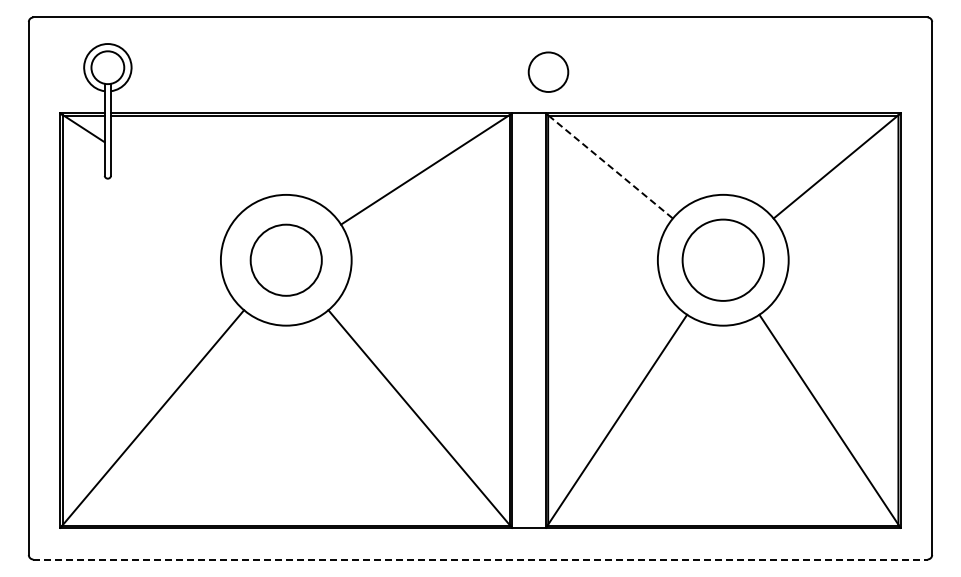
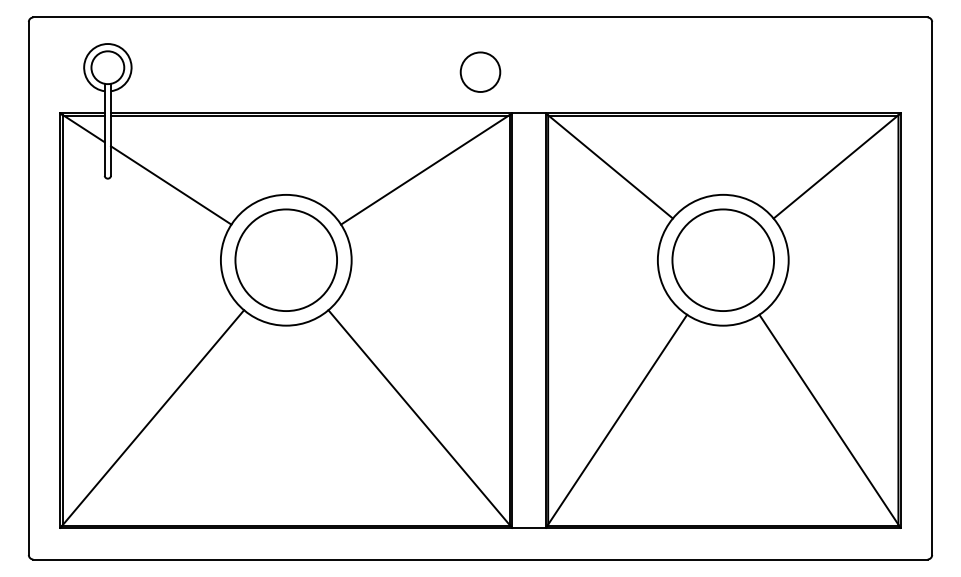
circle at (548, 71) position: (548, 71) -> (480, 71)
line at (610, 167): dashed -> solid
line at (171, 185): none -> present
circle at (285, 259) diameter: 71 px -> 102 px
circle at (722, 259) diameter: 81 px -> 102 px
line at (480, 559): dashed -> solid
